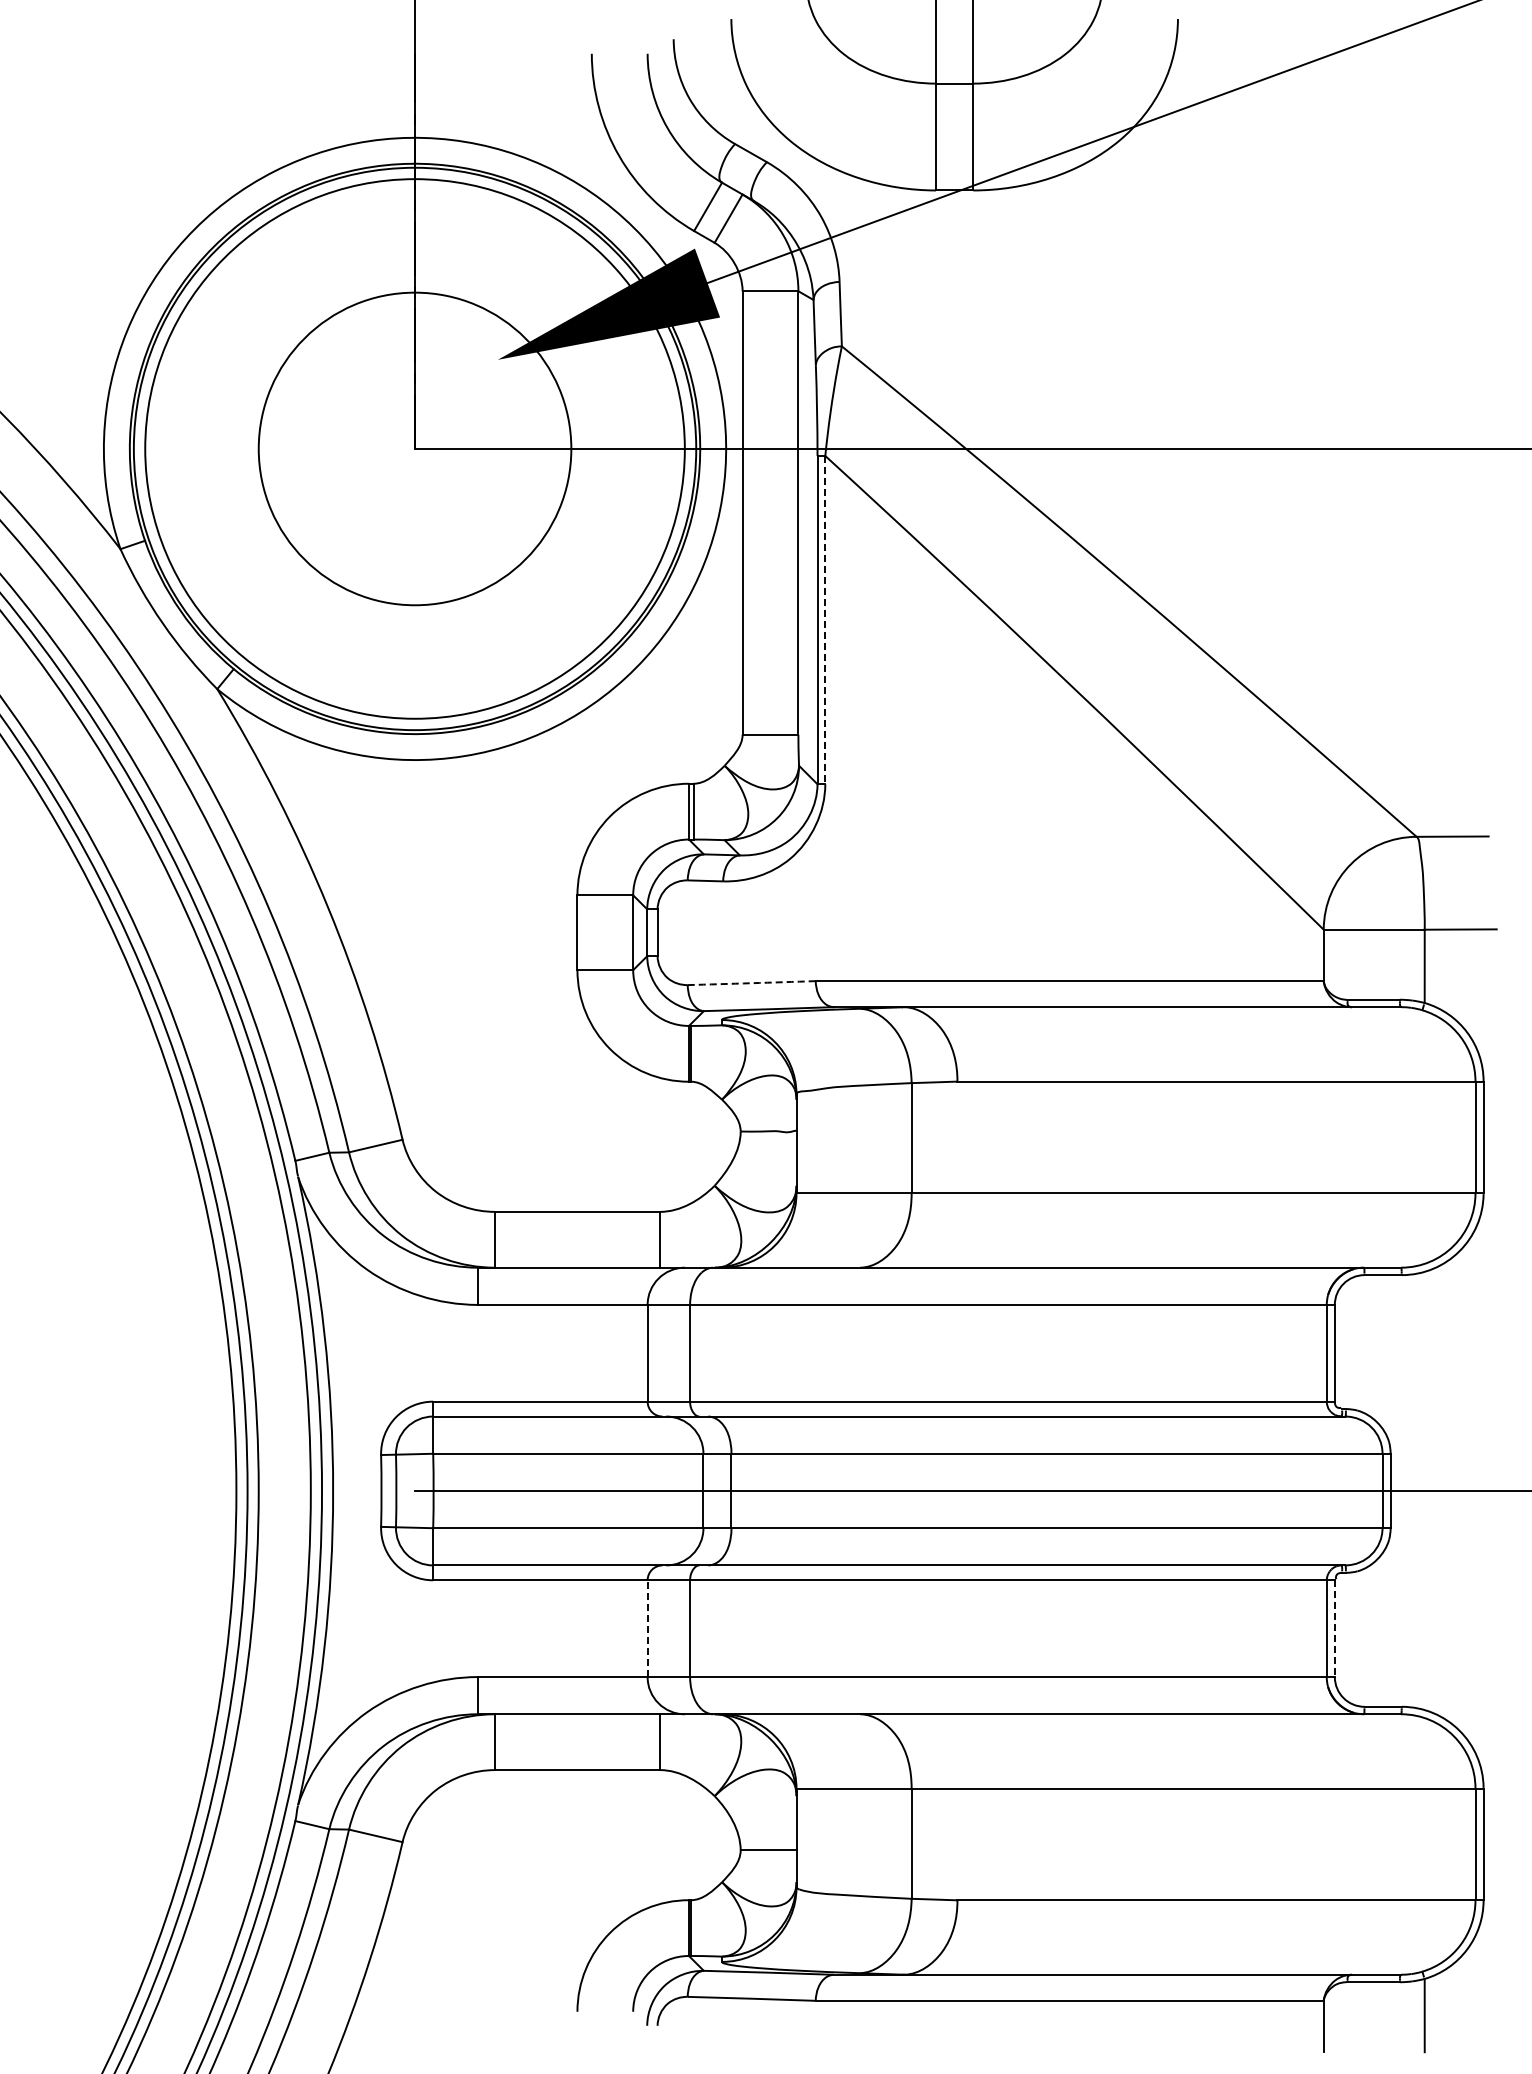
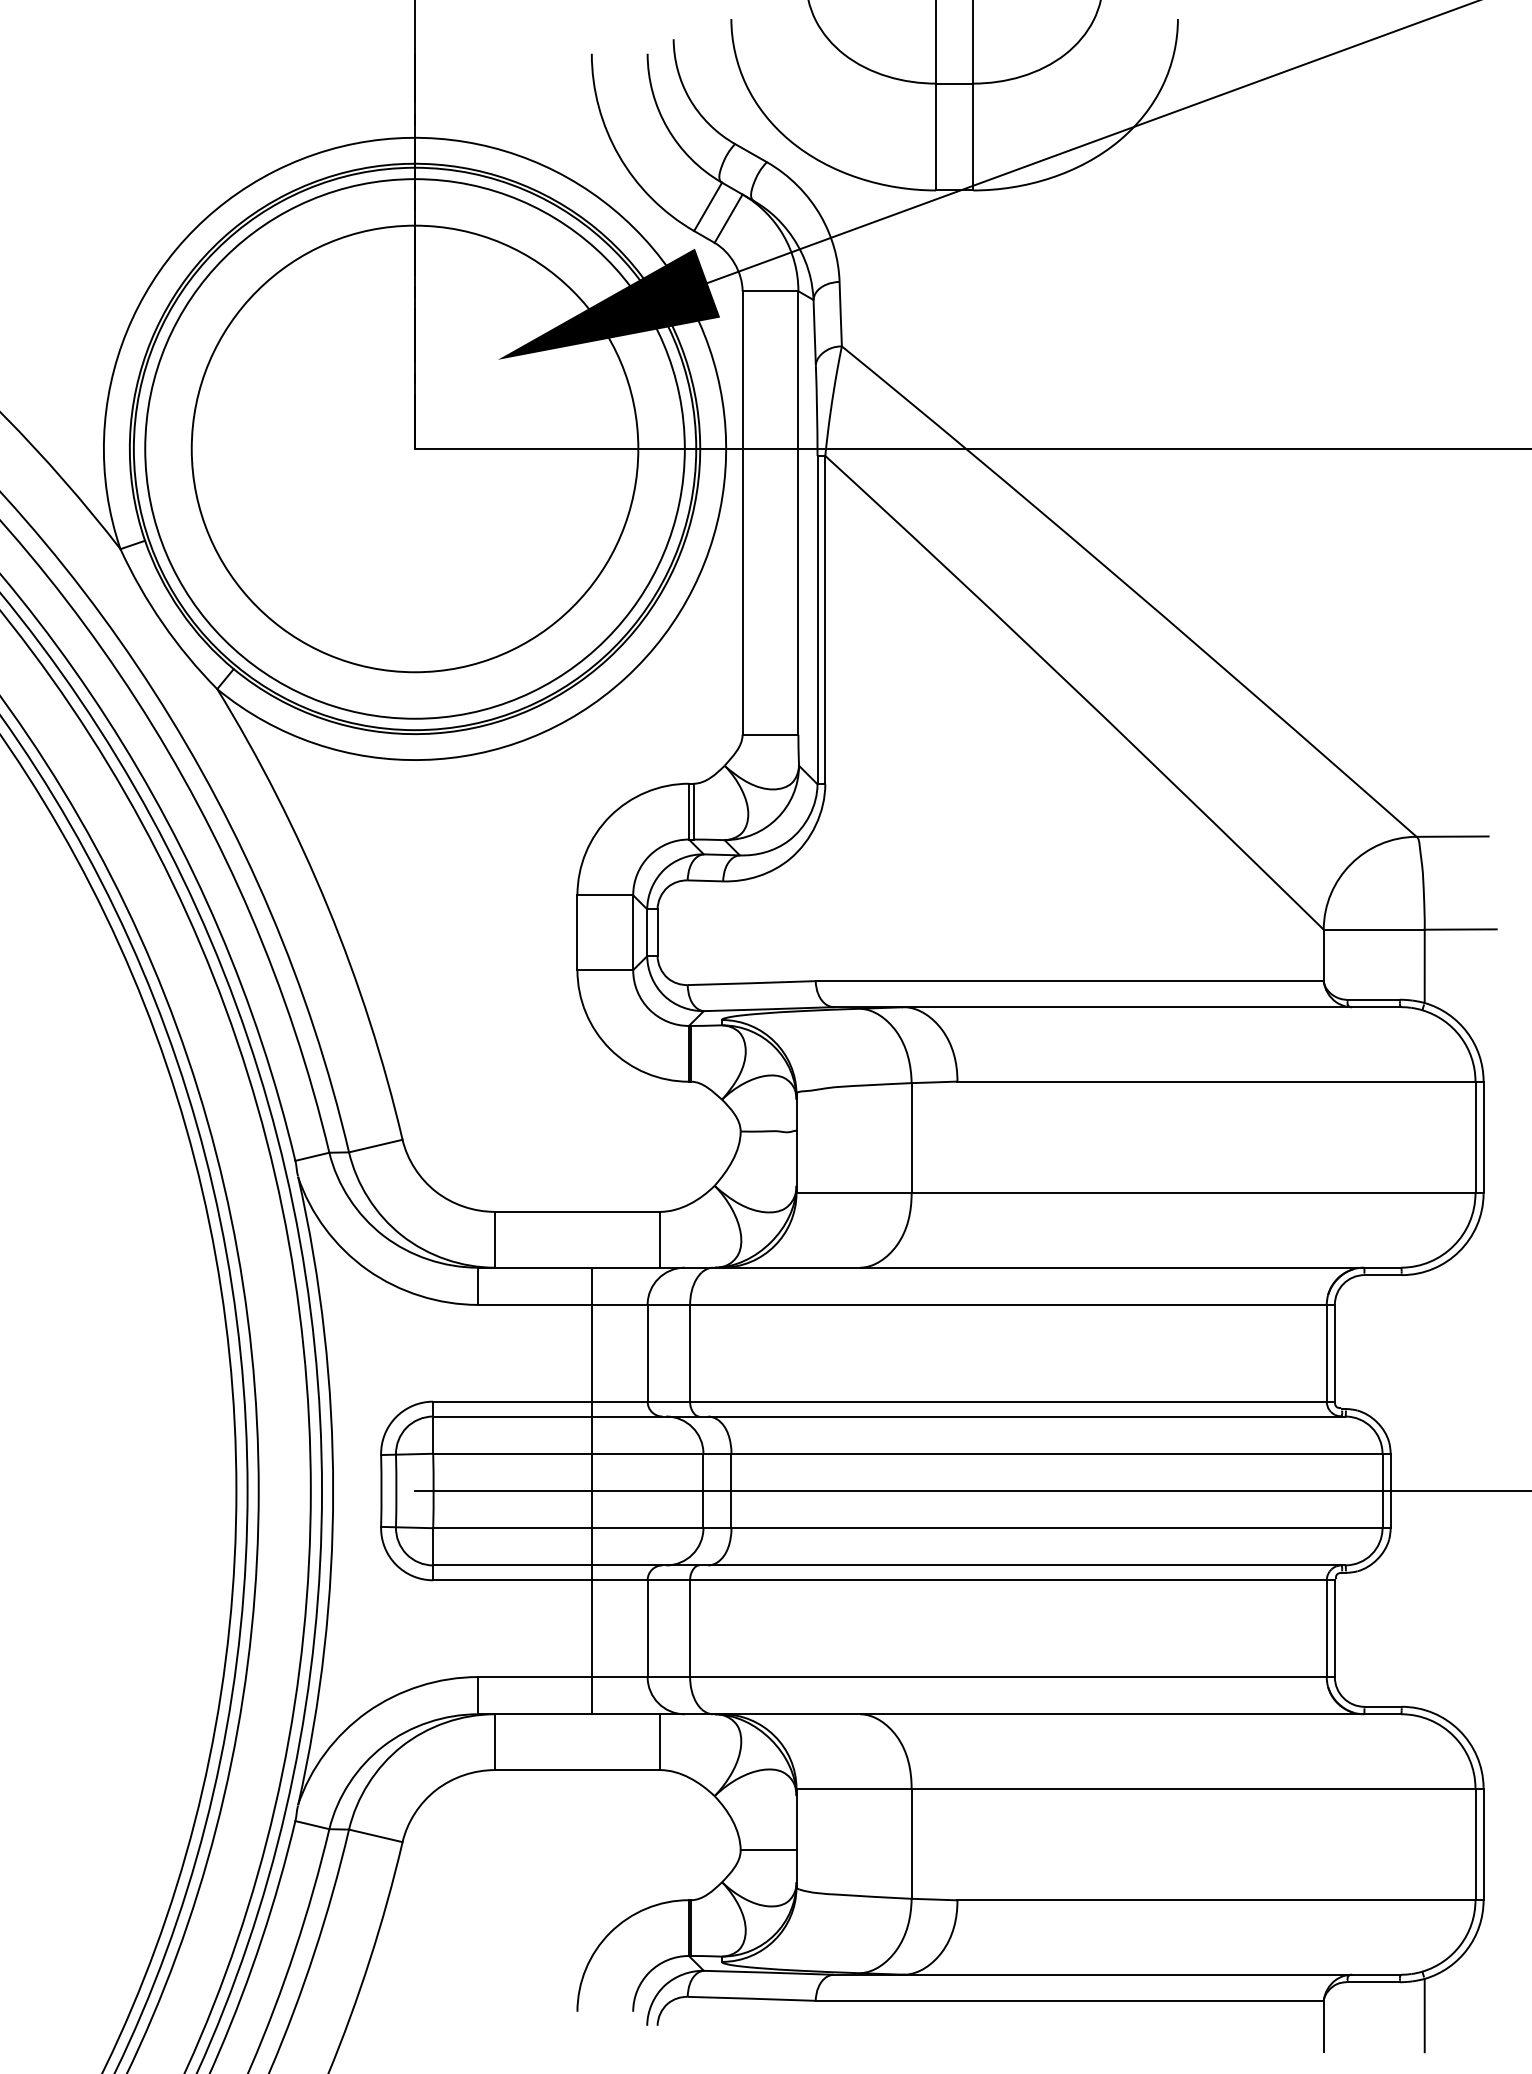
circle at (414, 448) diameter: 313 px -> 447 px
line at (825, 620): dashed -> solid
arc at (751, 983): dashed -> solid
line at (591, 1490): none -> present
line at (647, 1628): dashed -> solid
line at (1334, 1629): dashed -> solid
